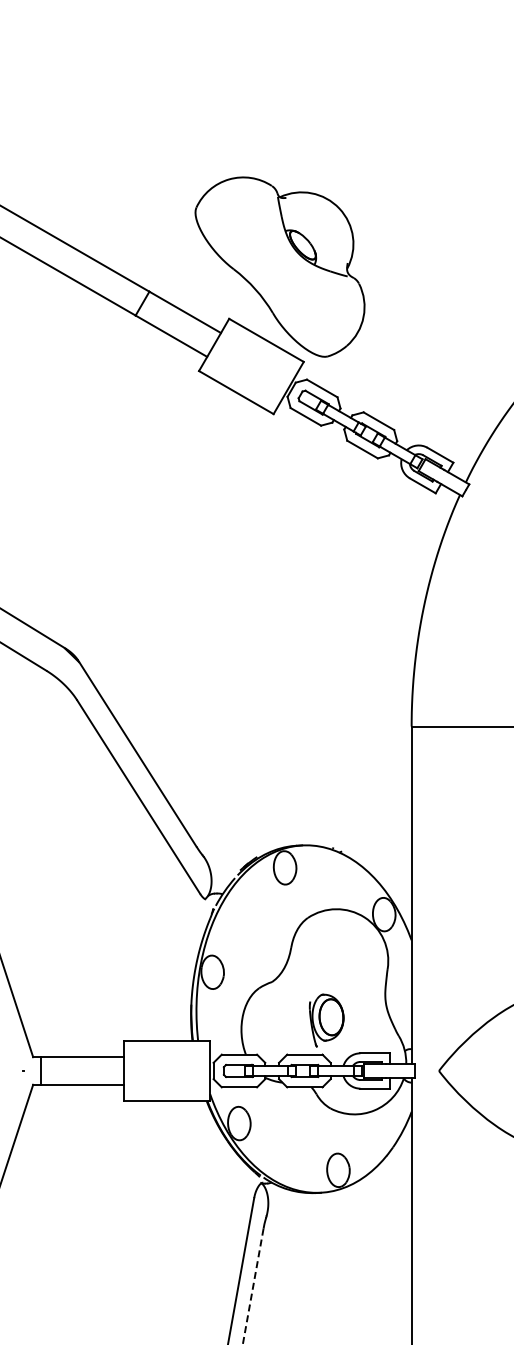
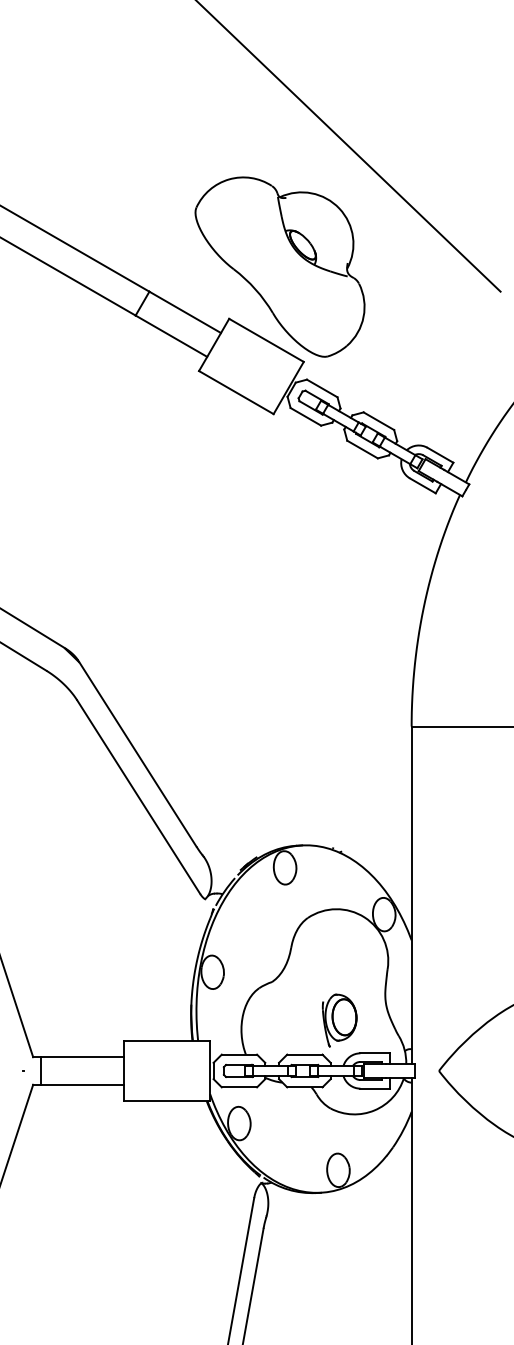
line at (349, 146): none -> present
part at (326, 1020) position: (326, 1020) -> (339, 1020)
line at (253, 1286): dashed -> solid
